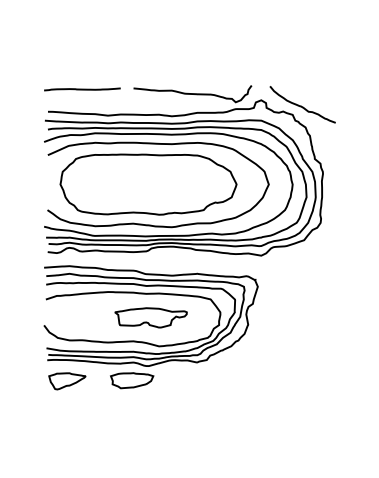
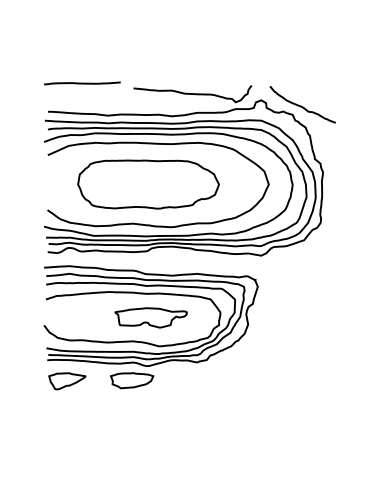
line at (82, 89) position: (82, 89) -> (82, 83)
part at (148, 184) size: 179x63 px -> 143x51 px
